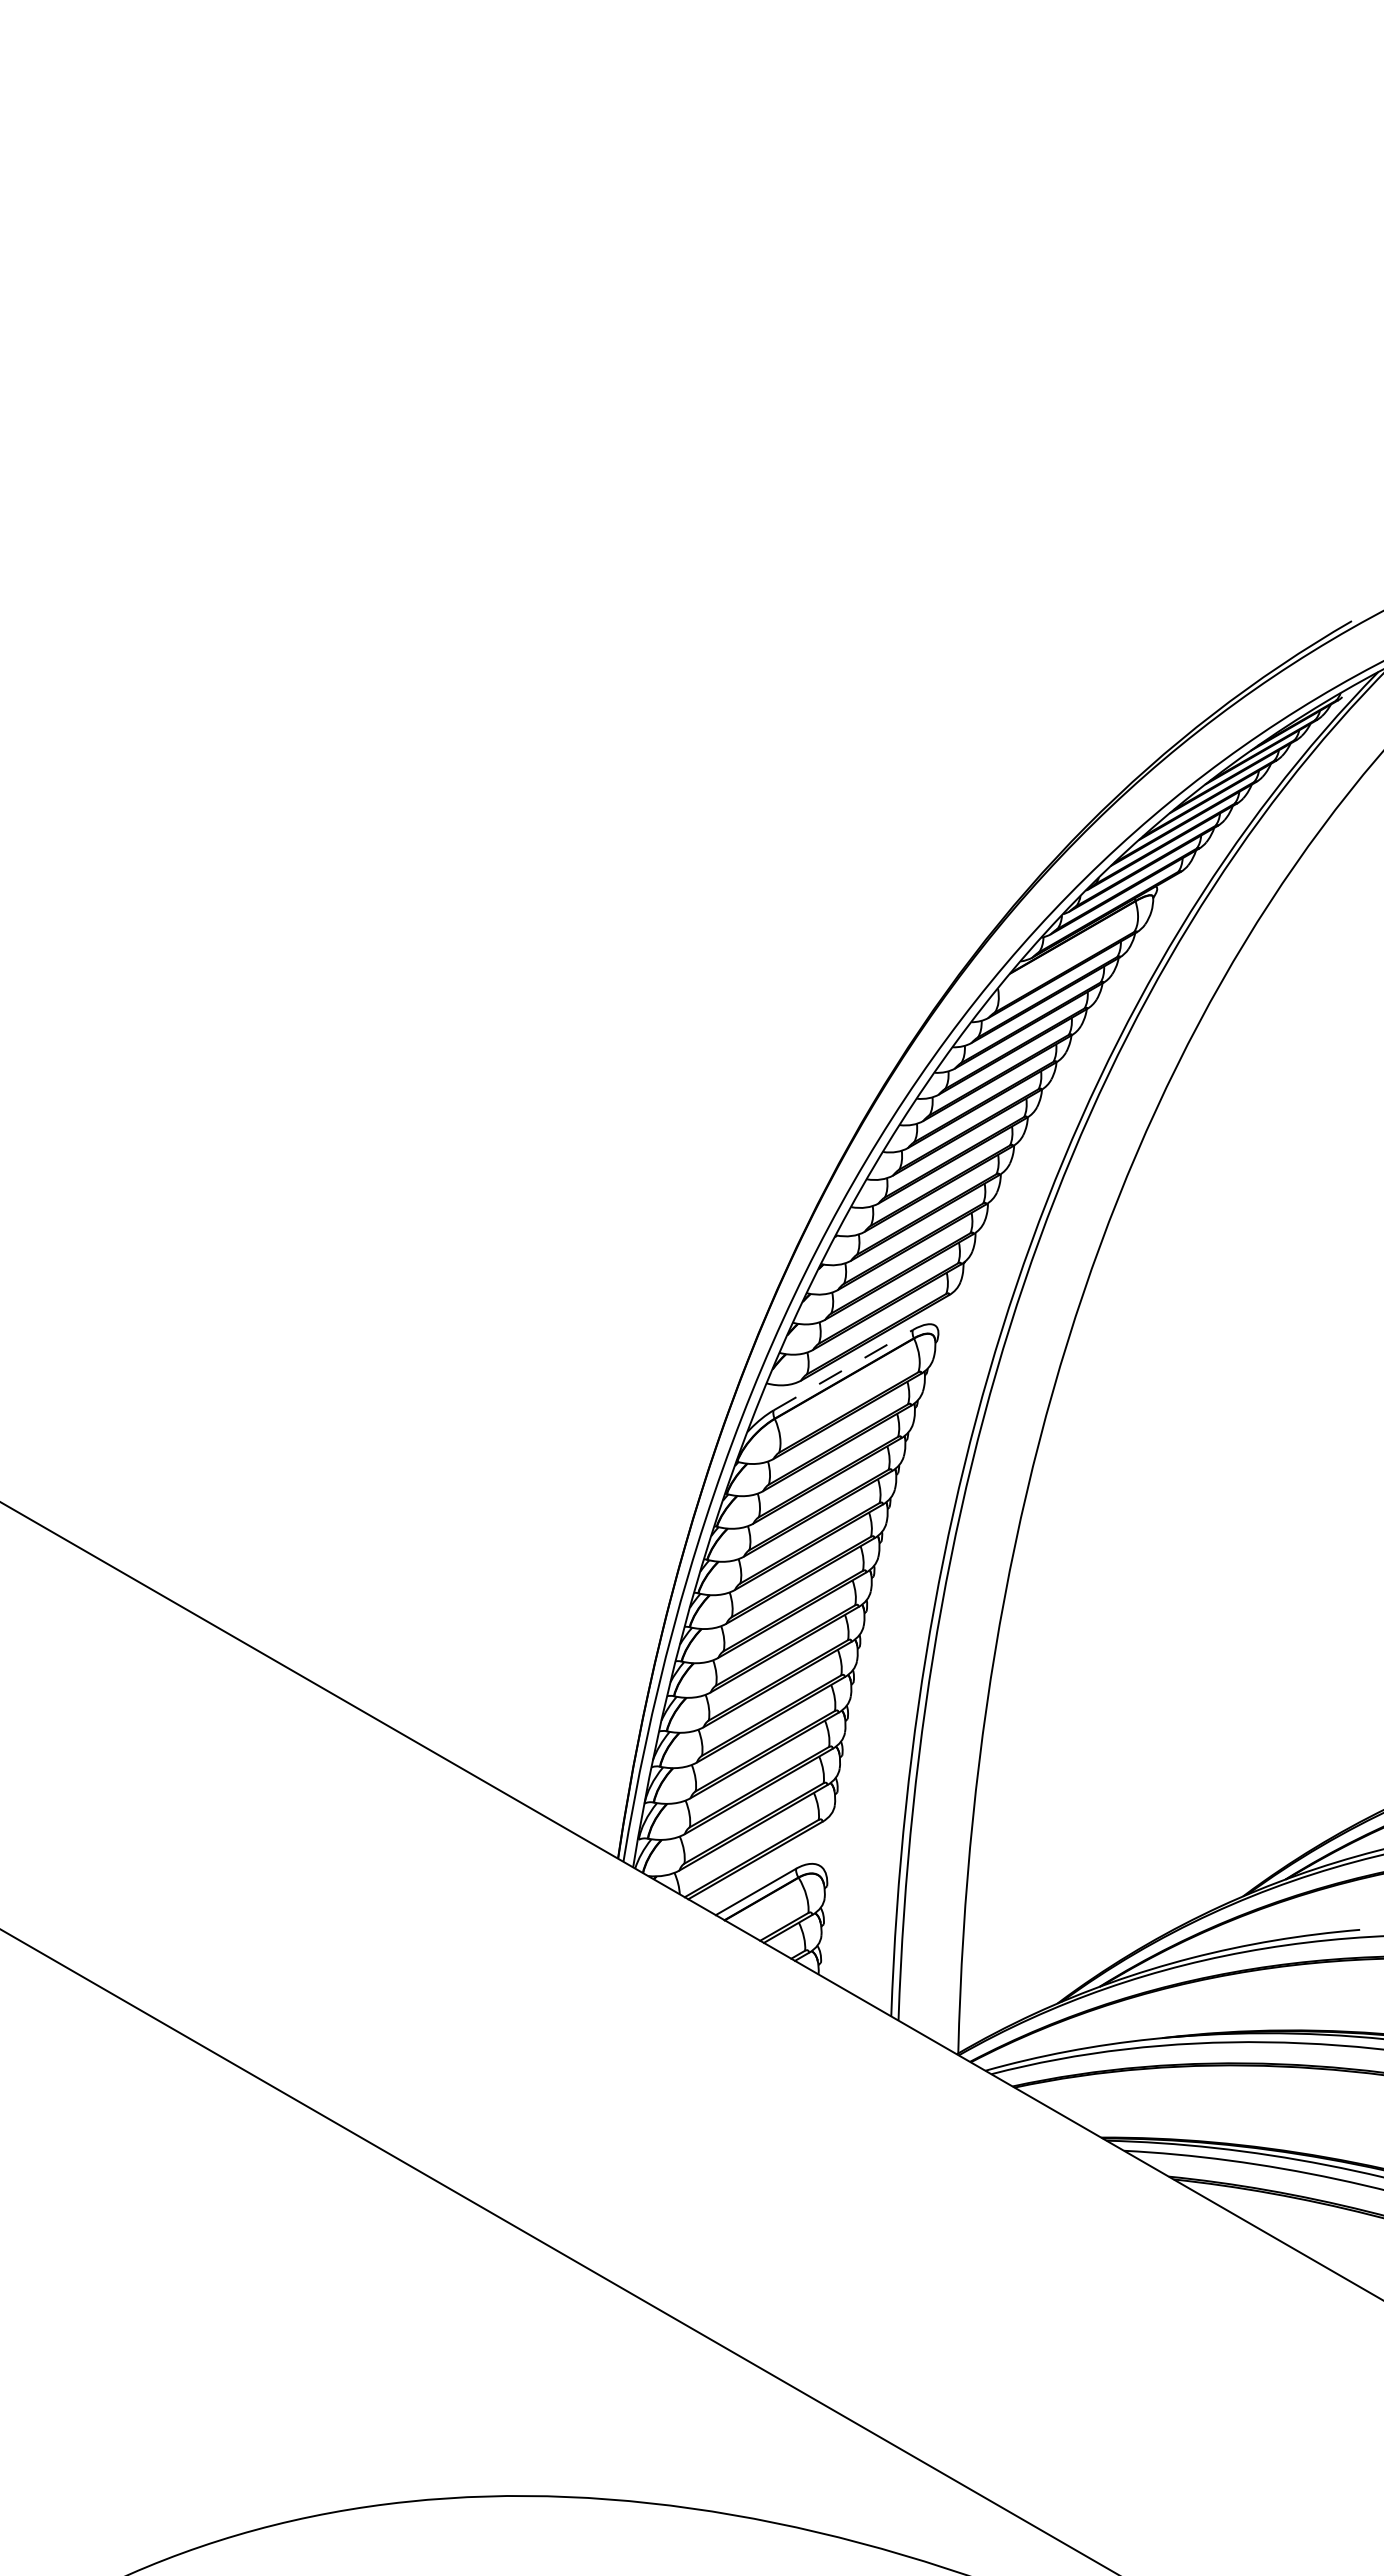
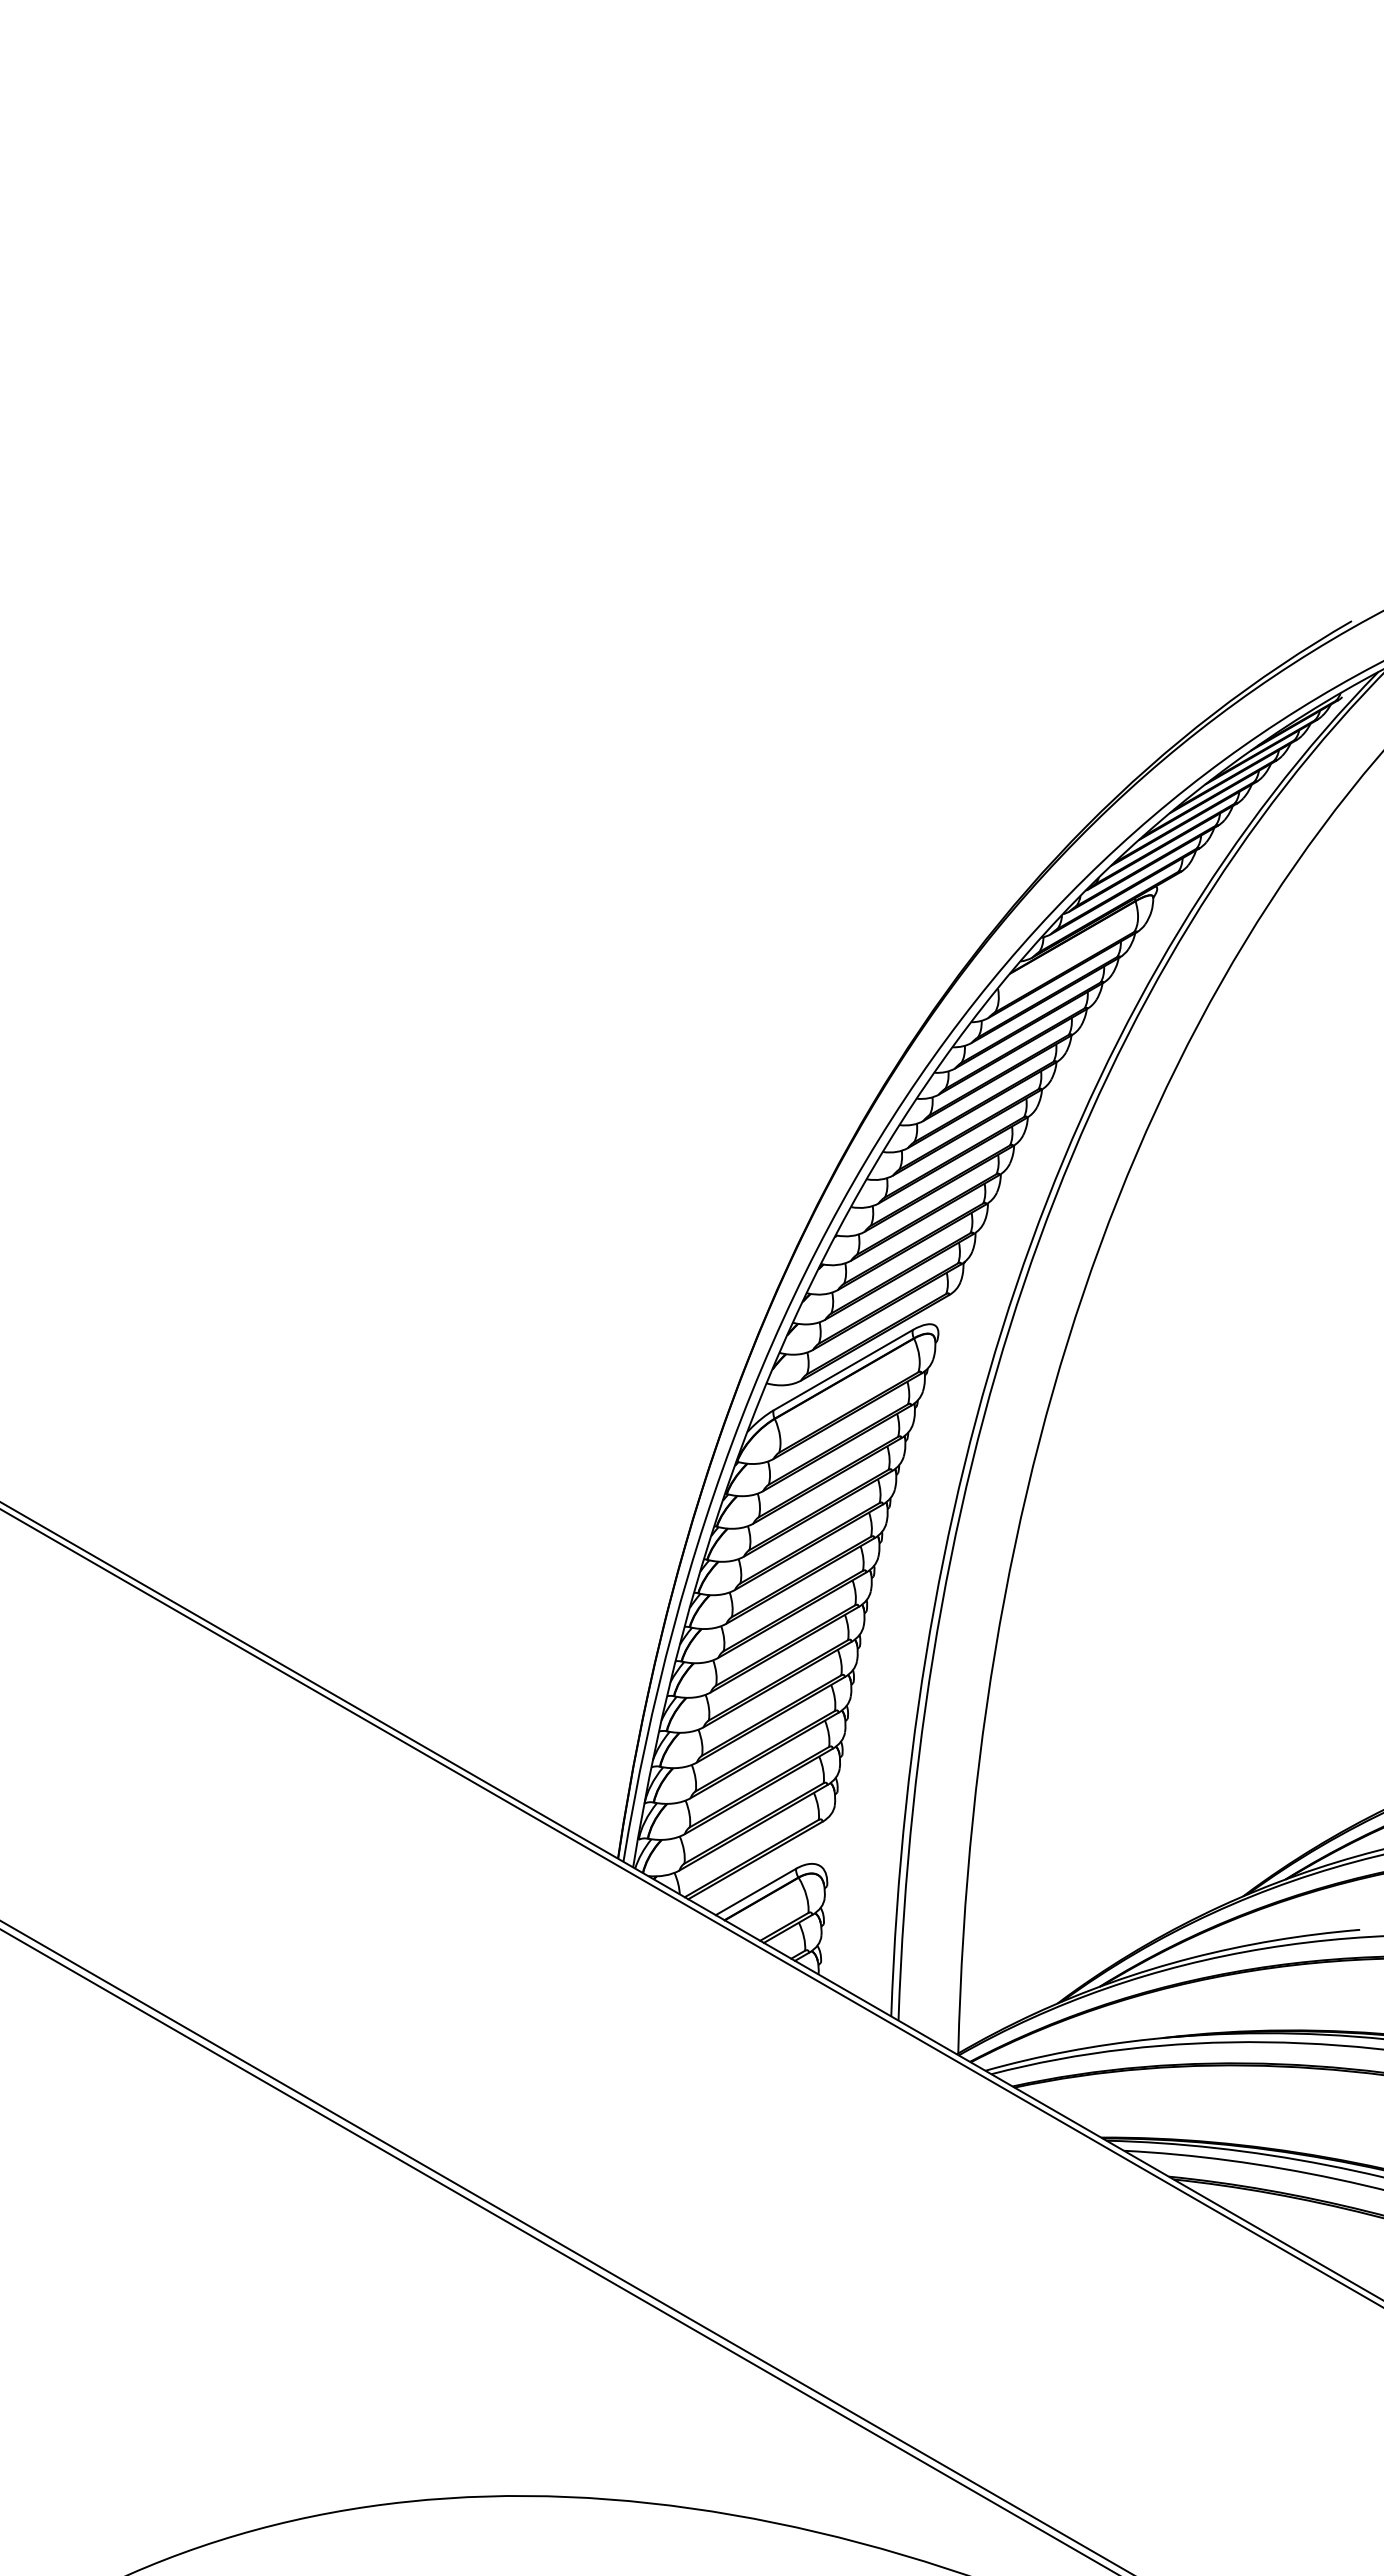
line at (843, 1369): dashed -> solid
line at (691, 1908): none -> present
line at (565, 2246): none -> present
